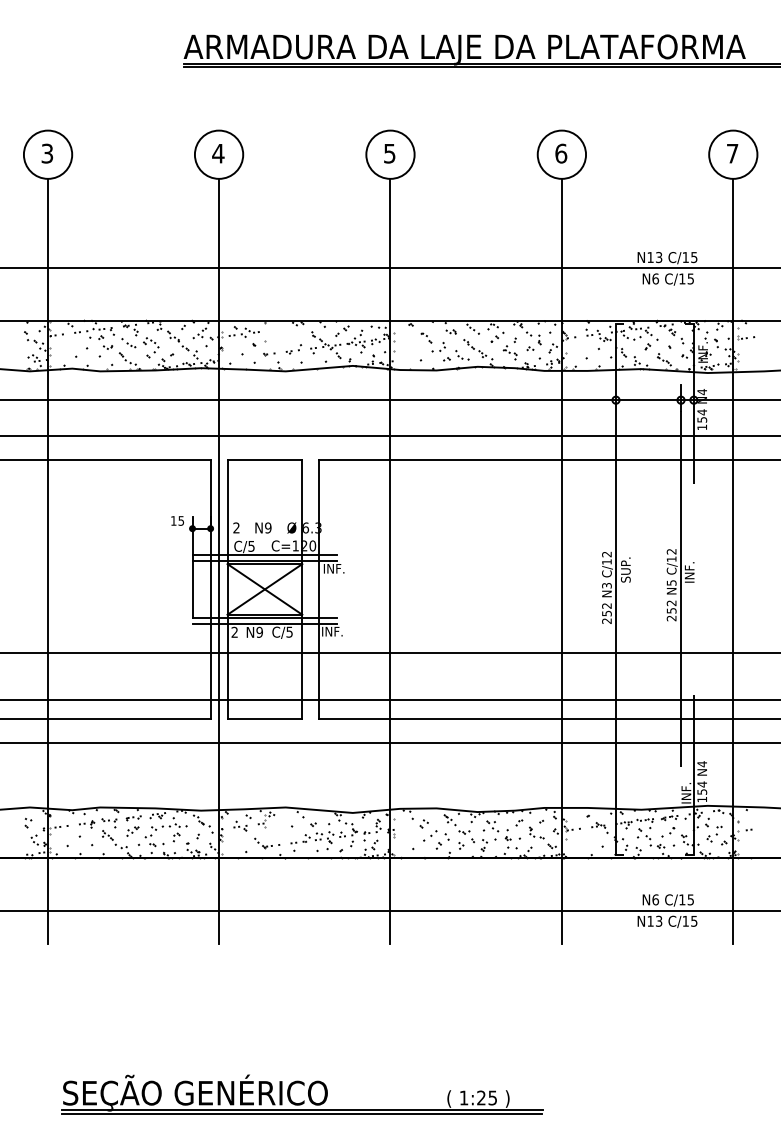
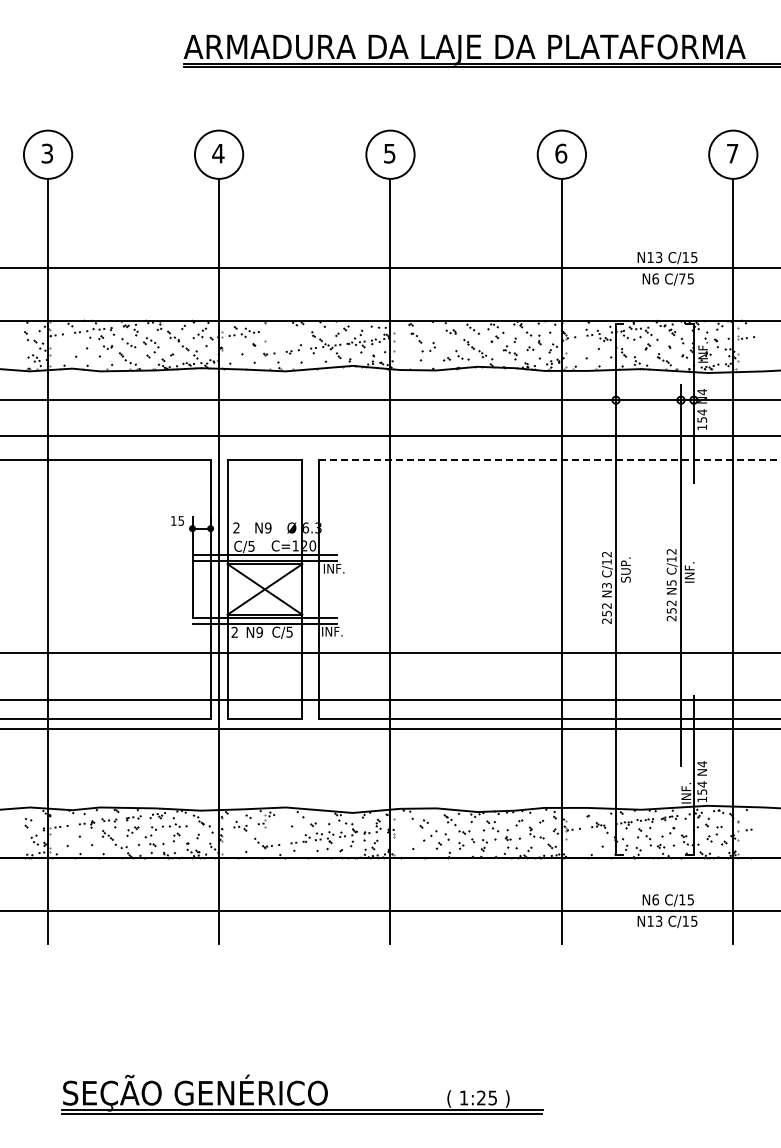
text at (682, 278): C/15 -> C/75
part at (432, 342) position: (432, 342) -> (422, 342)
line at (550, 459): solid -> dashed
line at (389, 743) position: (389, 743) -> (389, 729)
